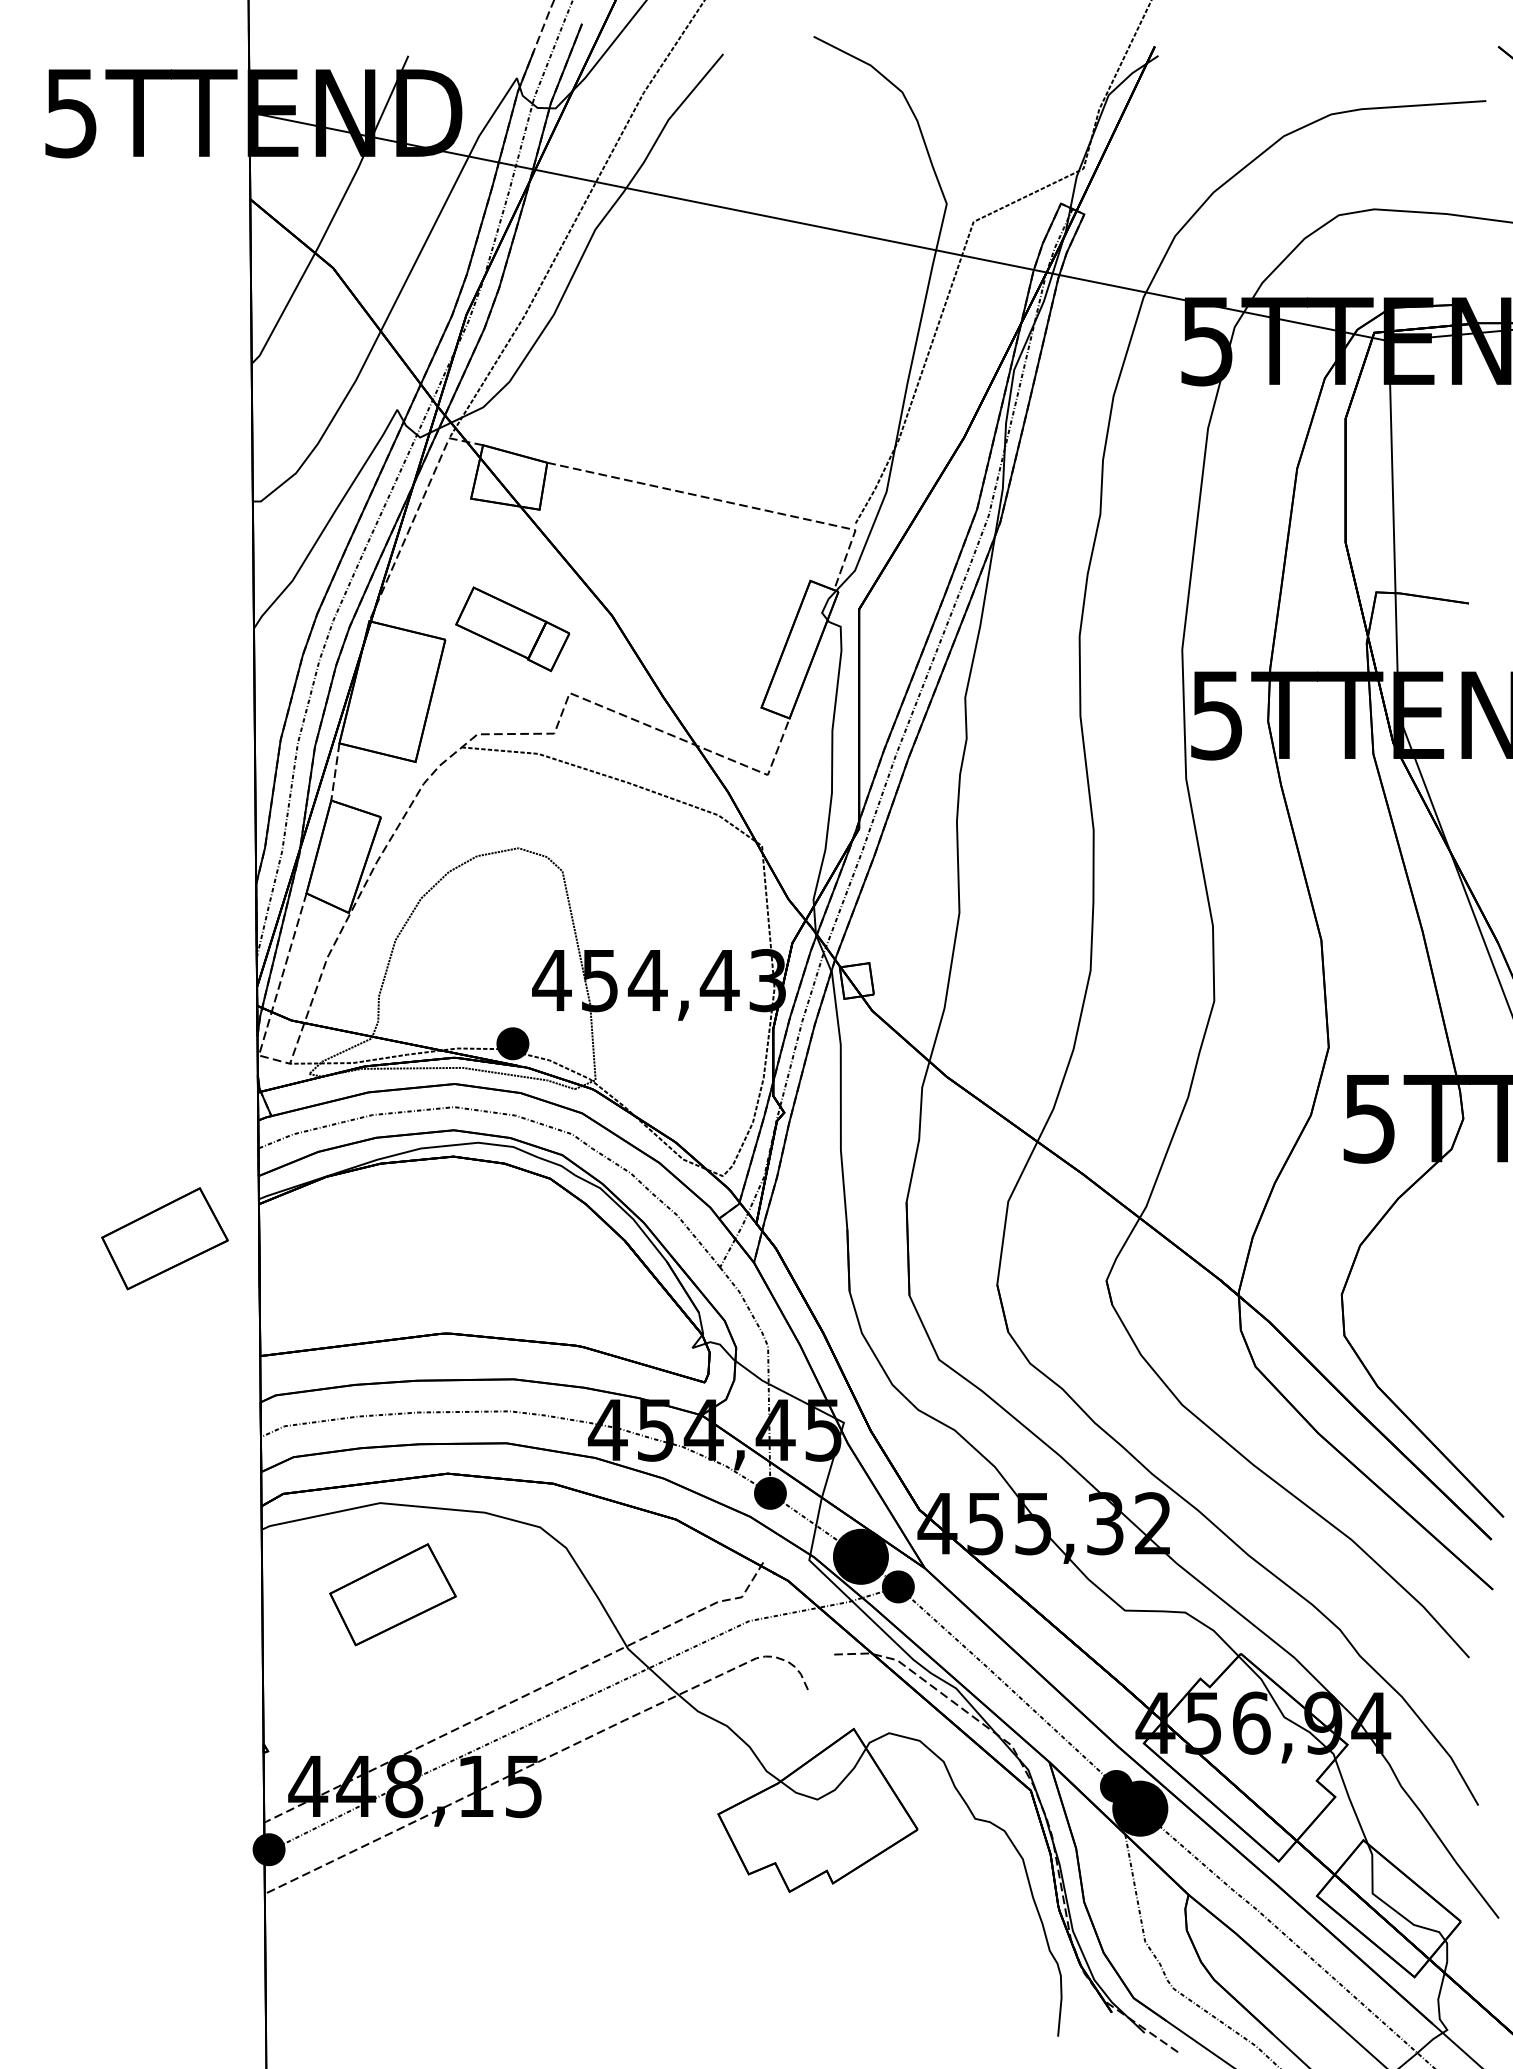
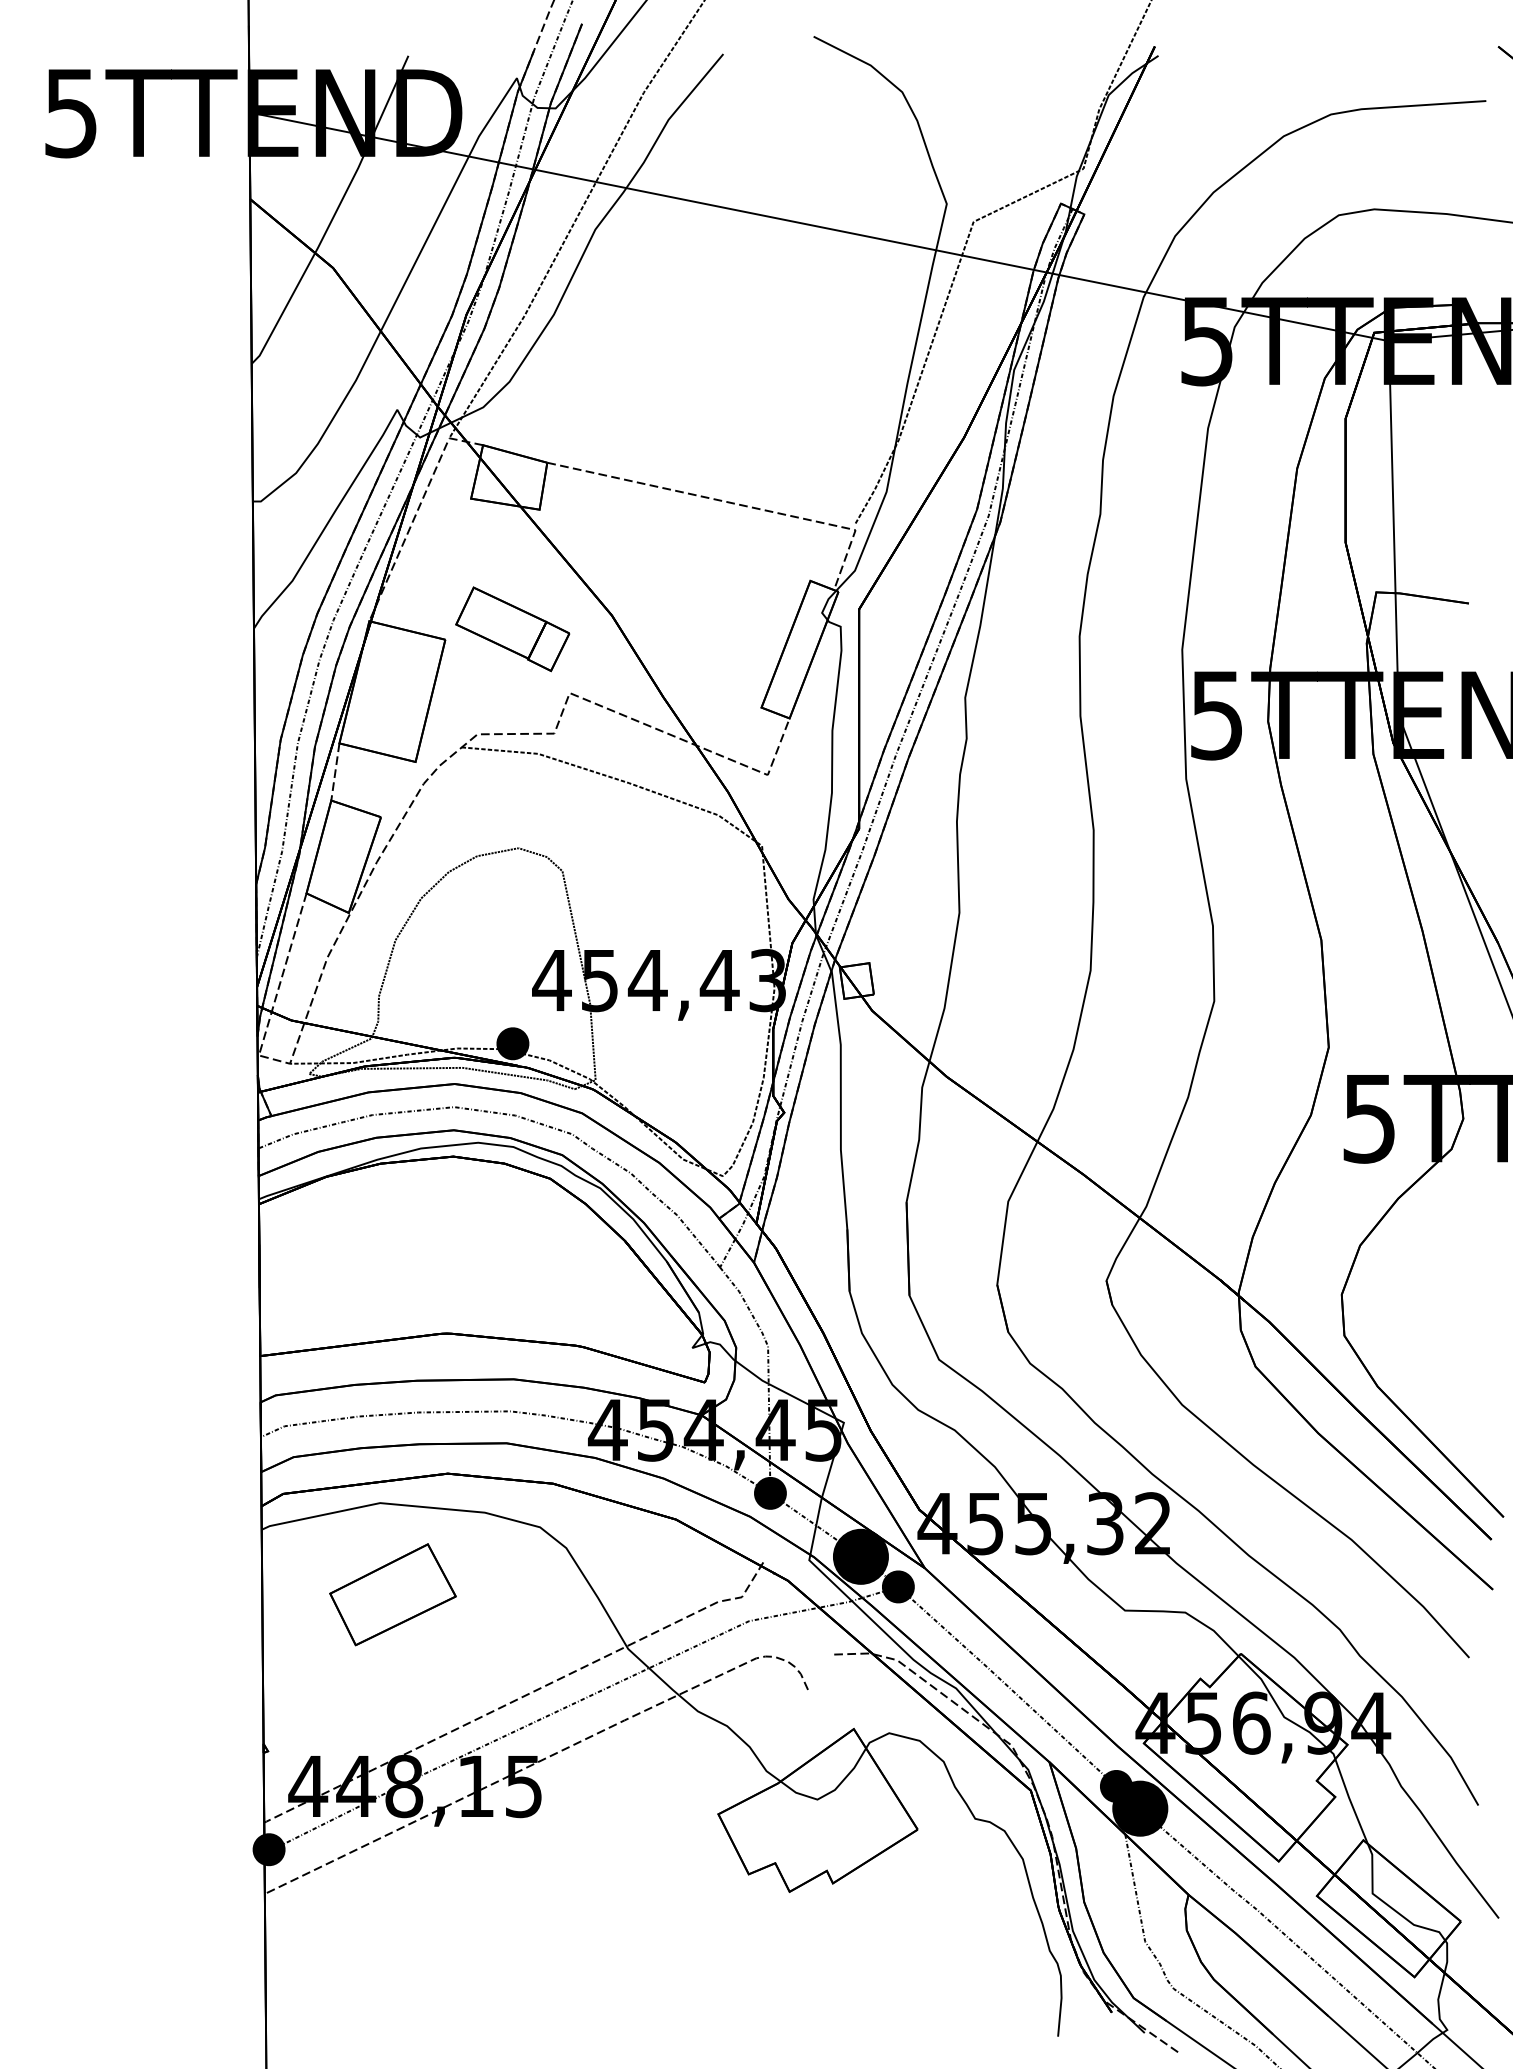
part at (164, 1238): present -> none
